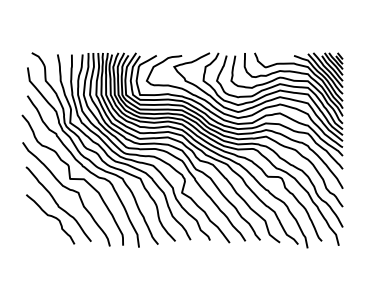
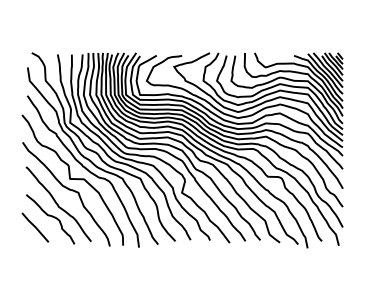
line at (35, 227): none -> present
